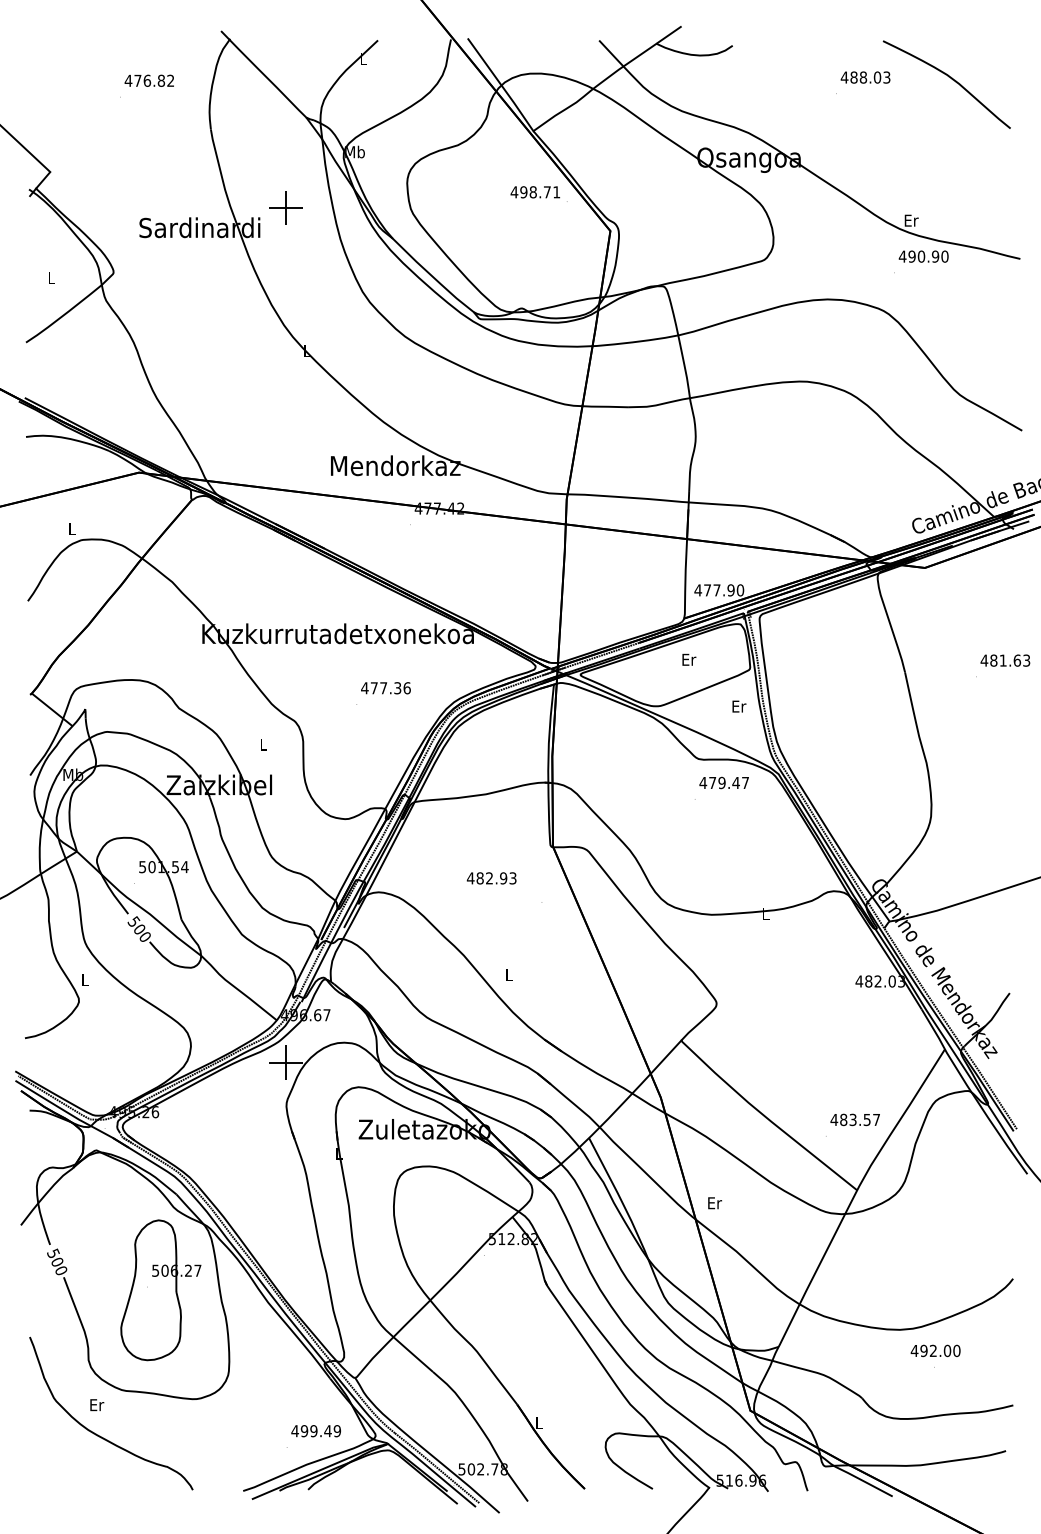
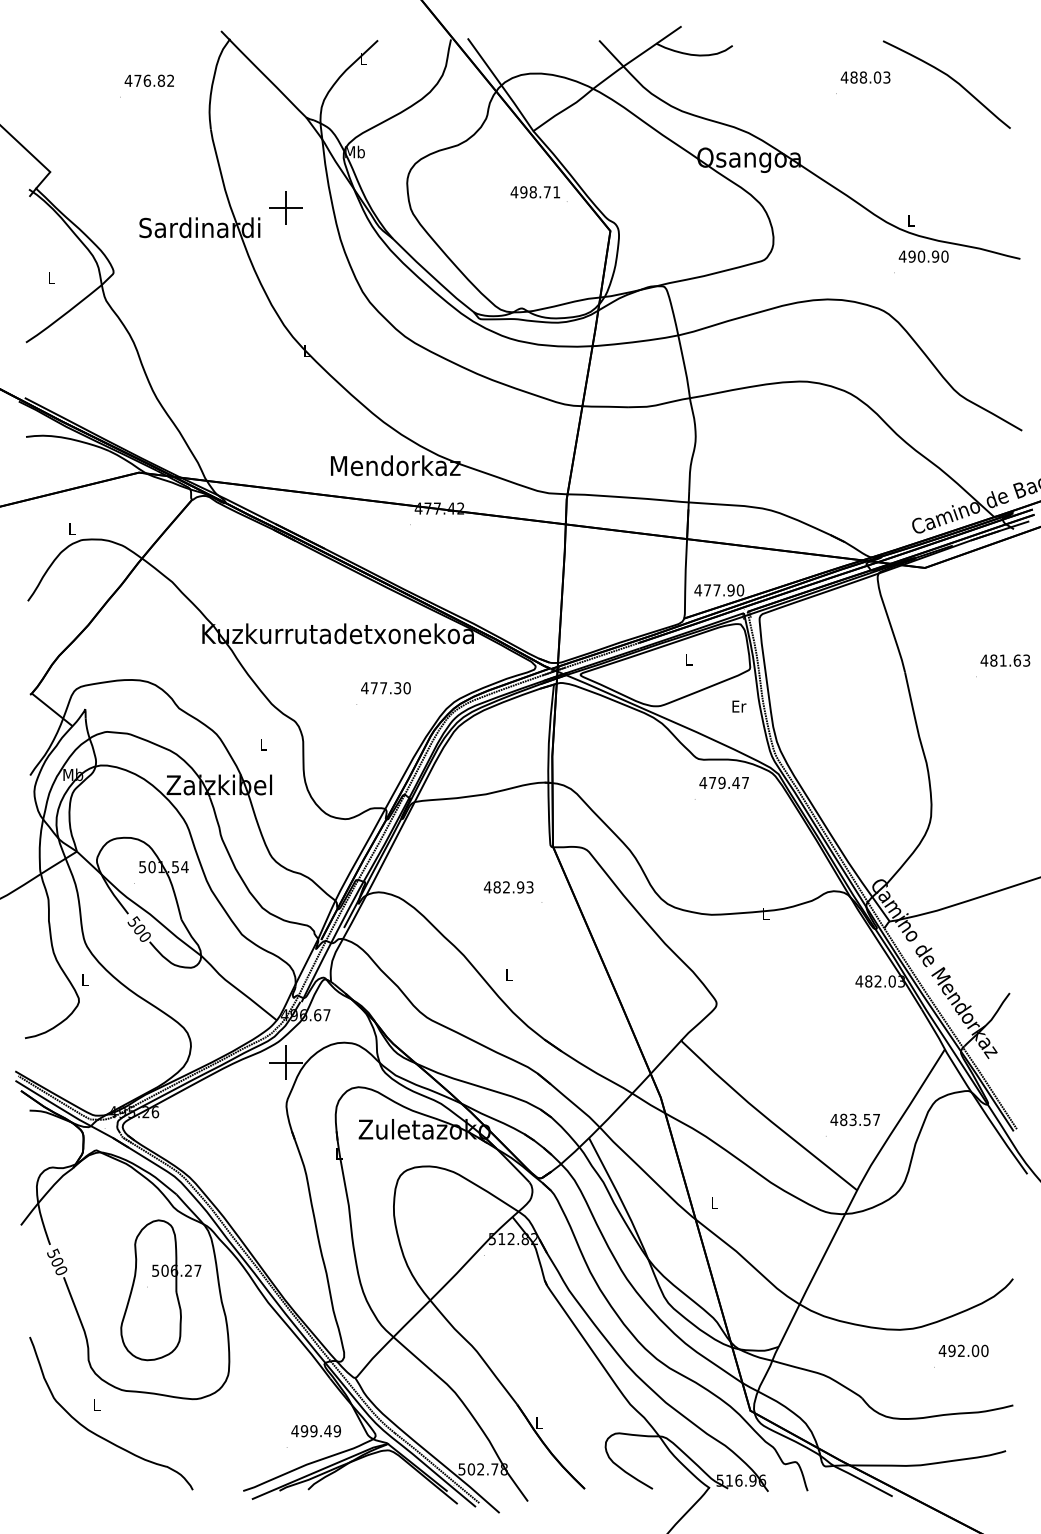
text at (911, 220): Er -> L
text at (689, 659): Er -> L
text at (406, 688): 477.36 -> 477.30
text at (491, 878) position: (491, 878) -> (508, 887)
text at (715, 1203): Er -> L
text at (935, 1350) position: (935, 1350) -> (963, 1350)
text at (97, 1405): Er -> L
